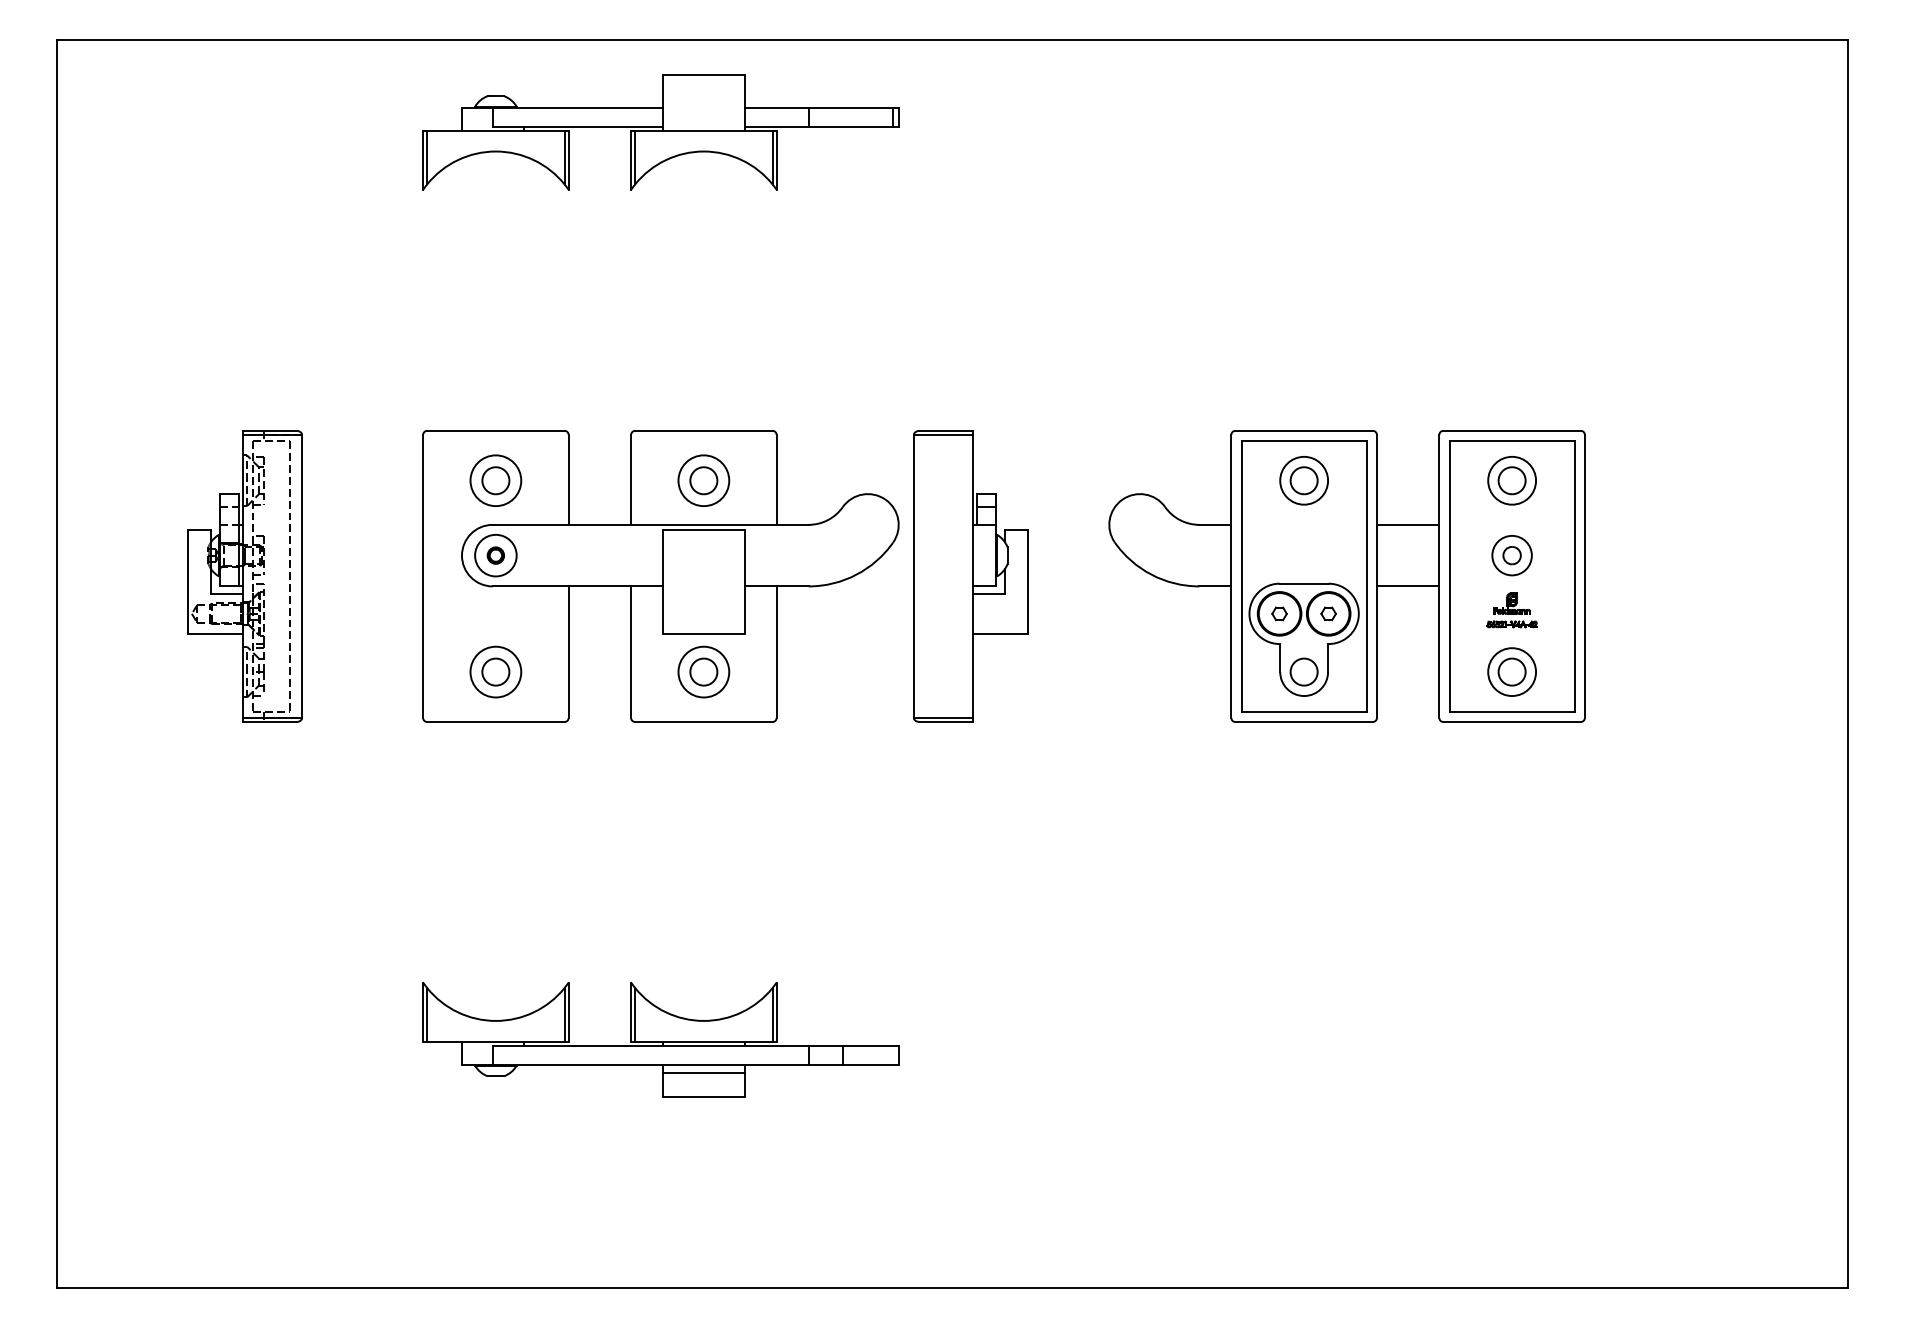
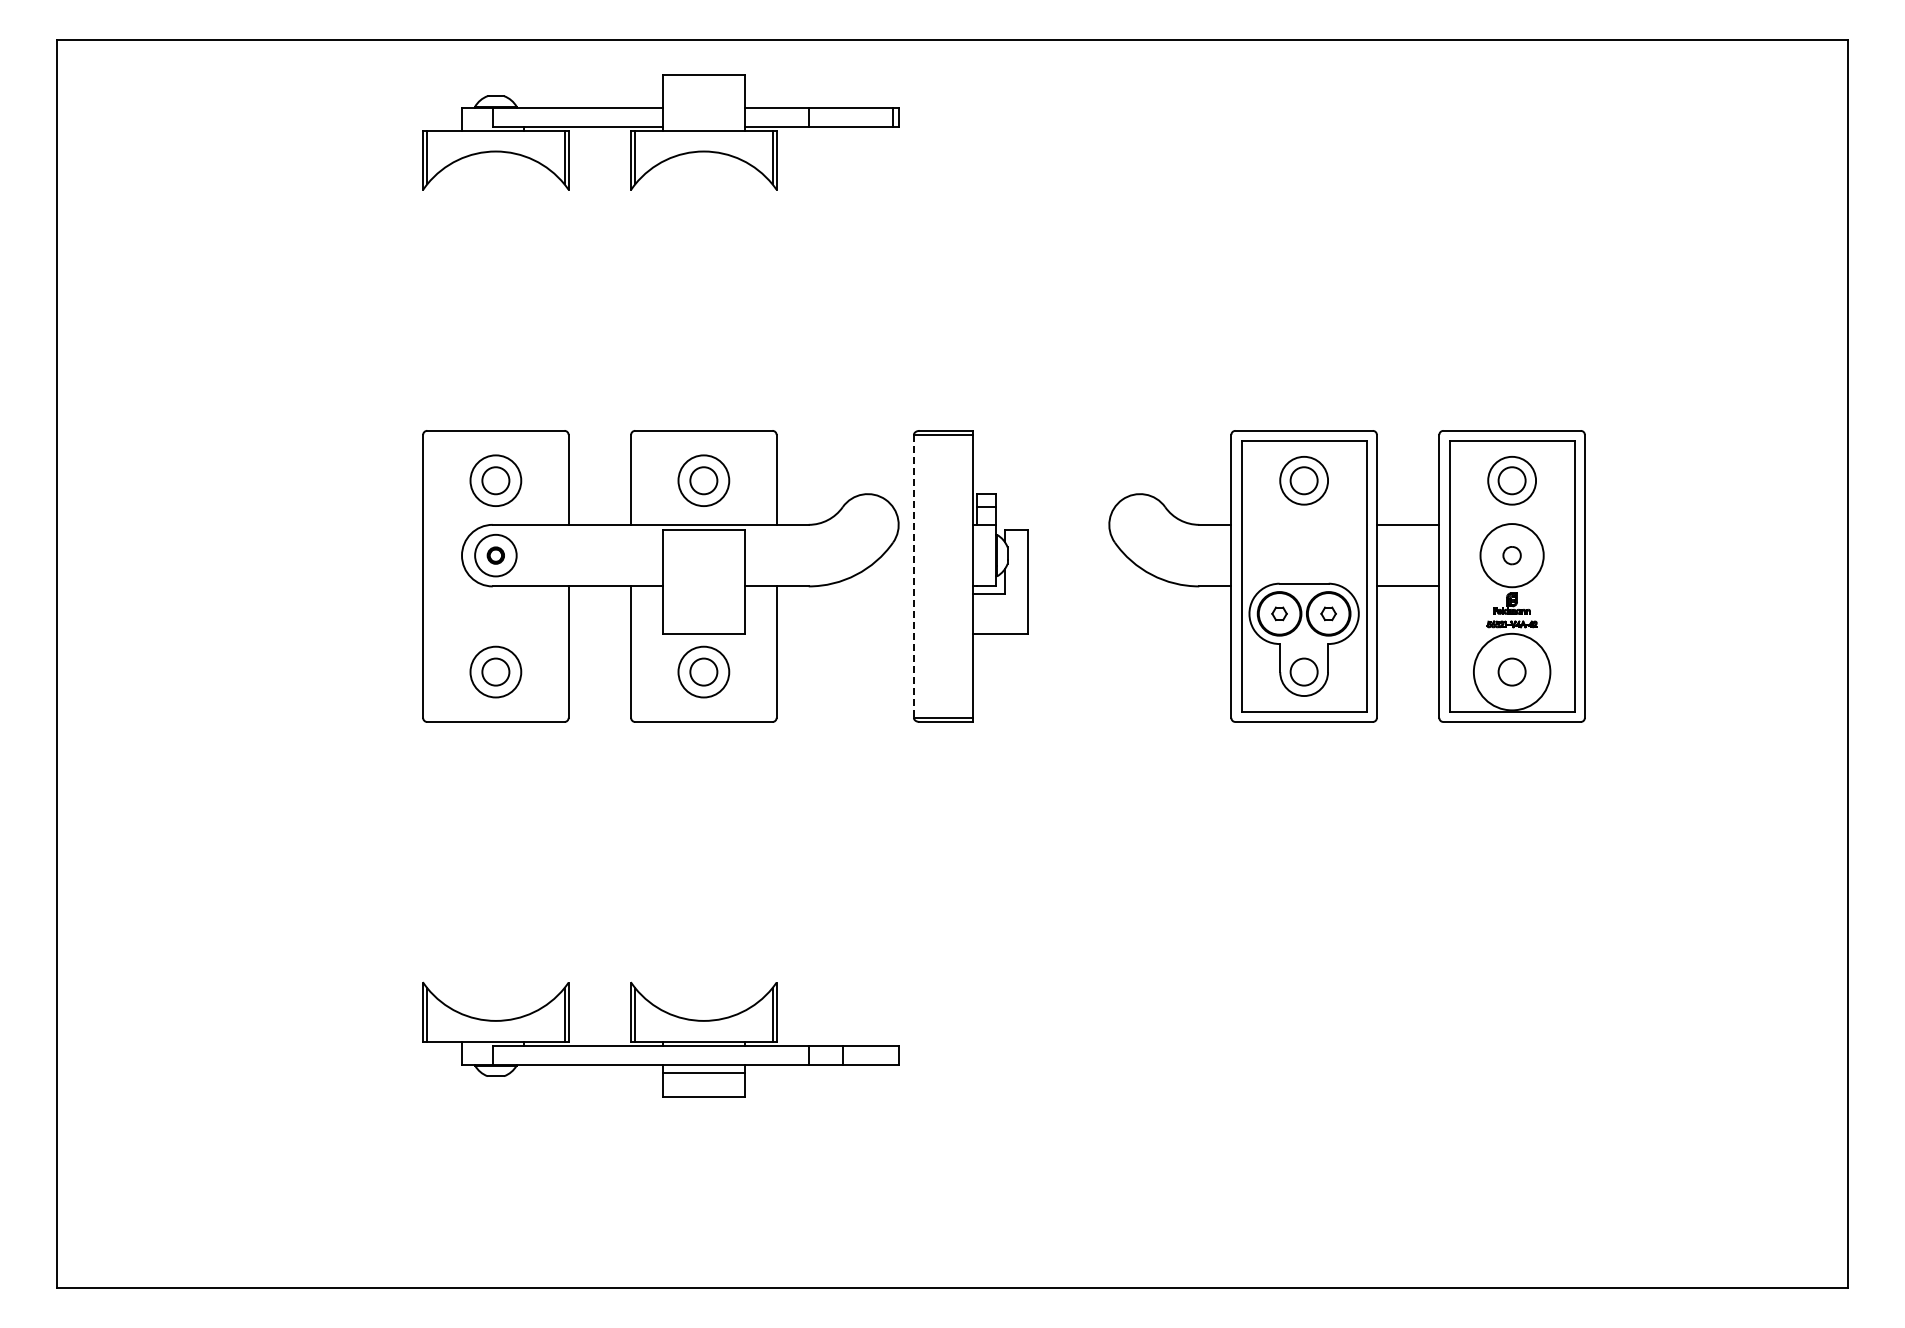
circle at (1511, 555) diameter: 40 px -> 63 px
part at (244, 576): present -> none
line at (913, 576): solid -> dashed
circle at (1512, 672) diameter: 48 px -> 77 px
